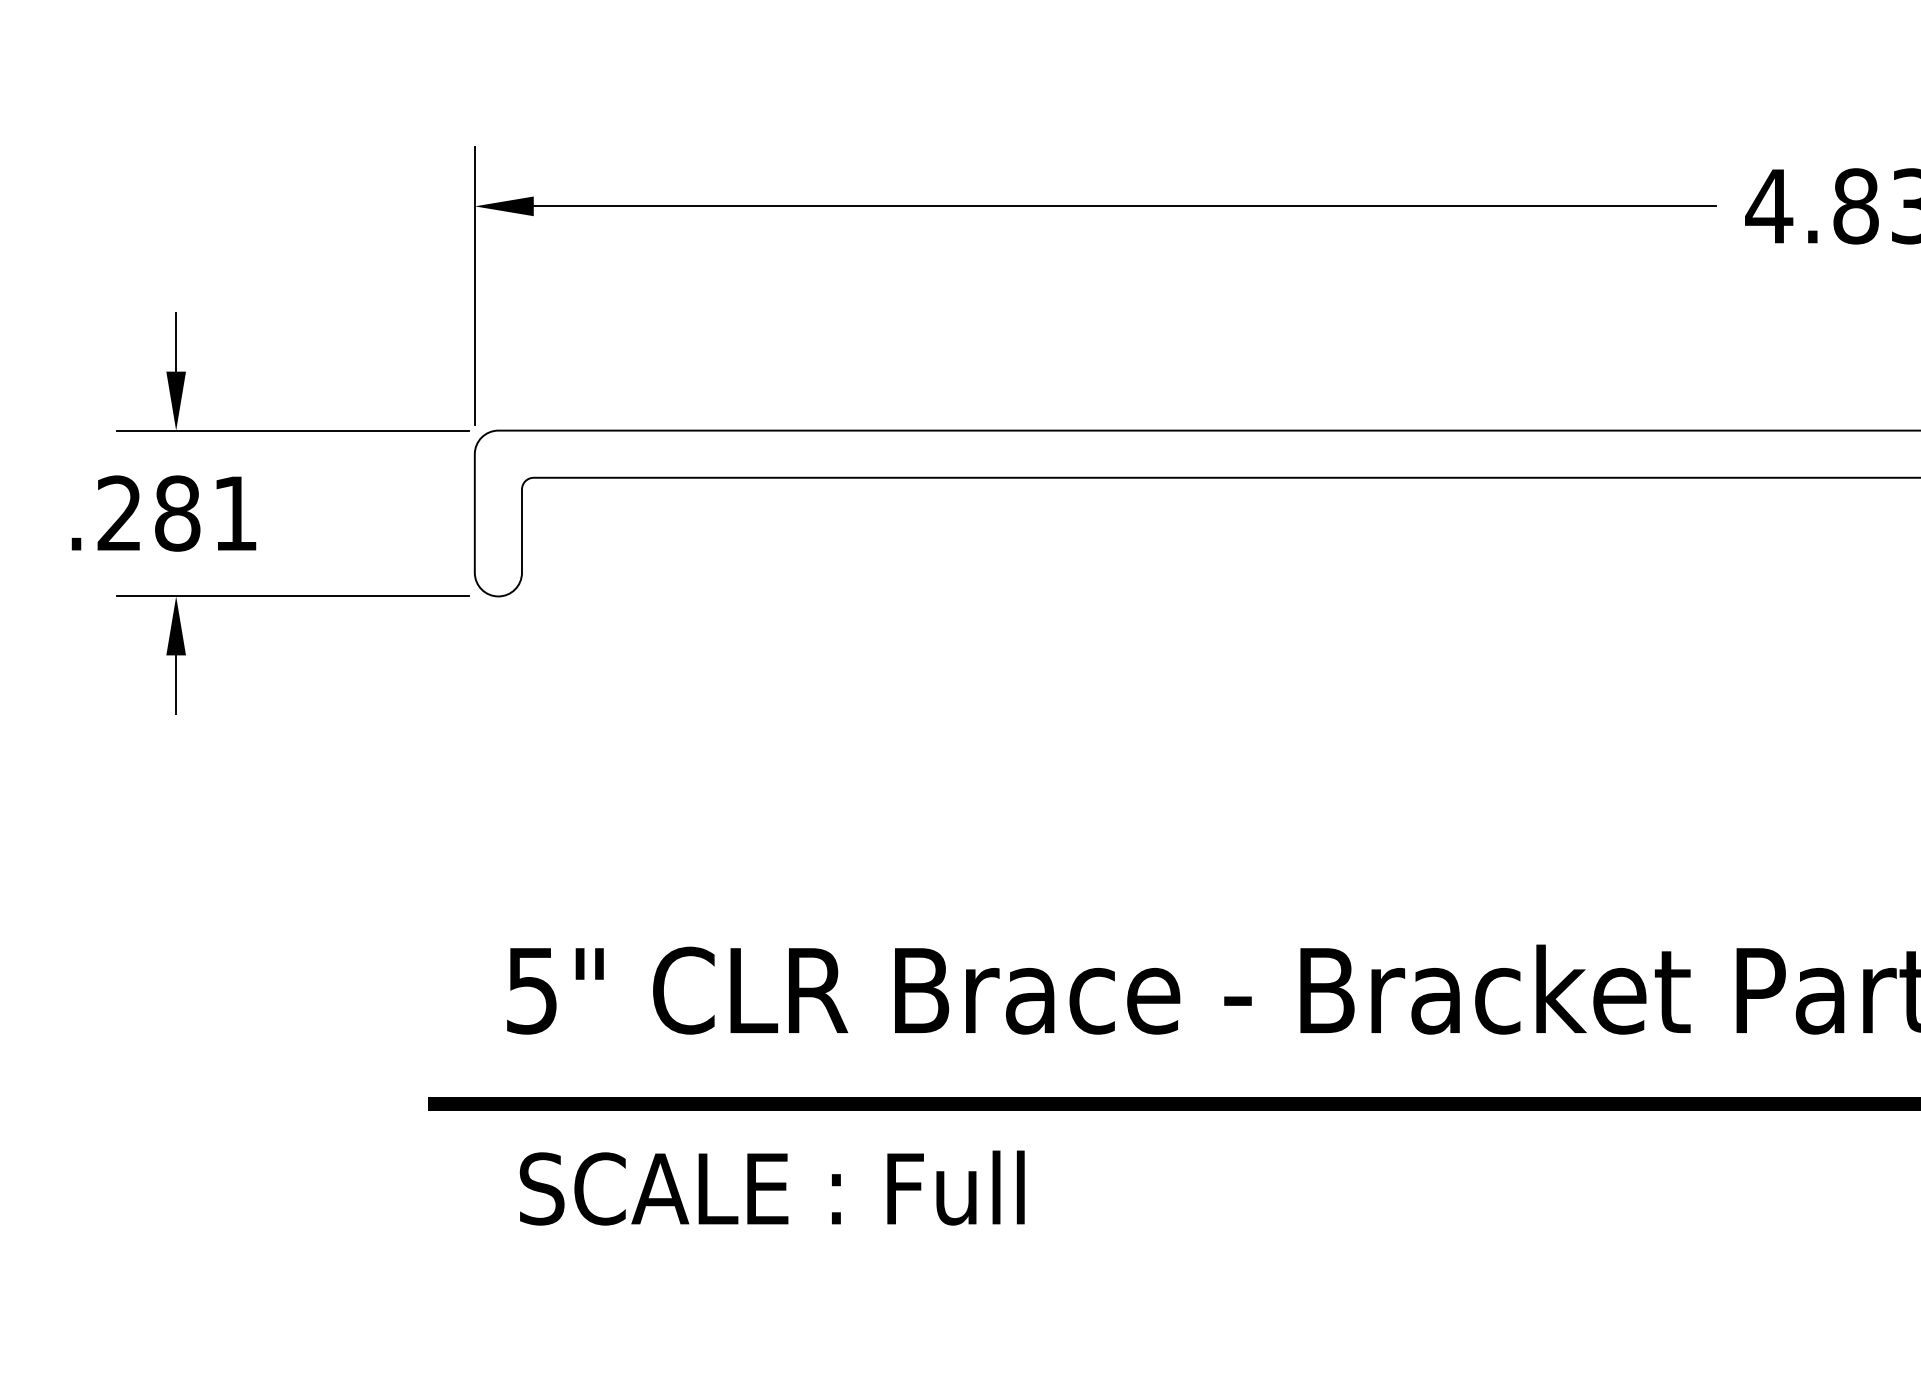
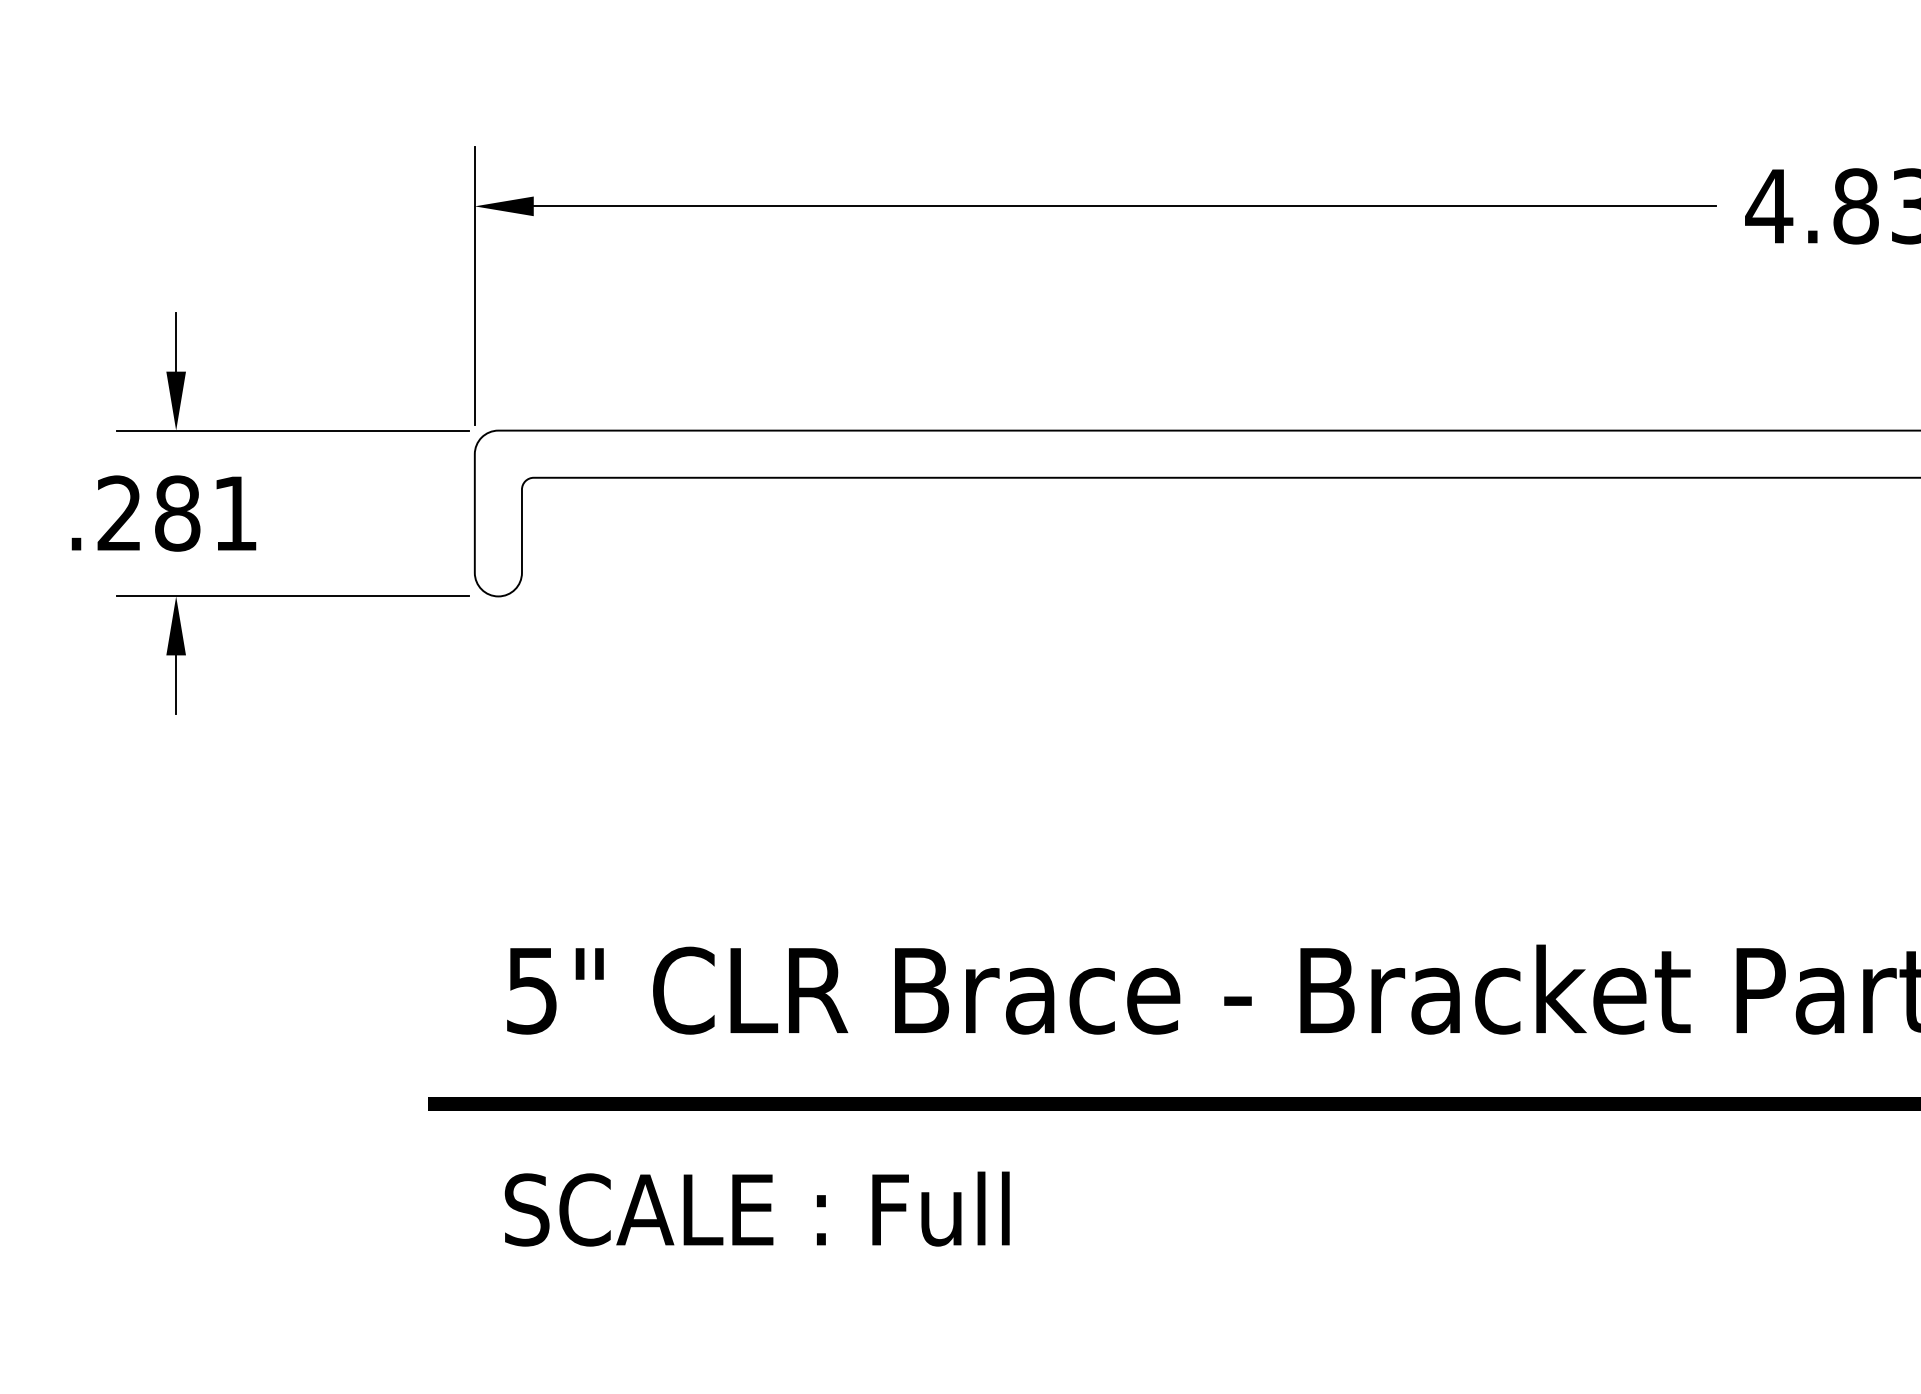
text at (771, 1187) position: (771, 1187) -> (756, 1208)
